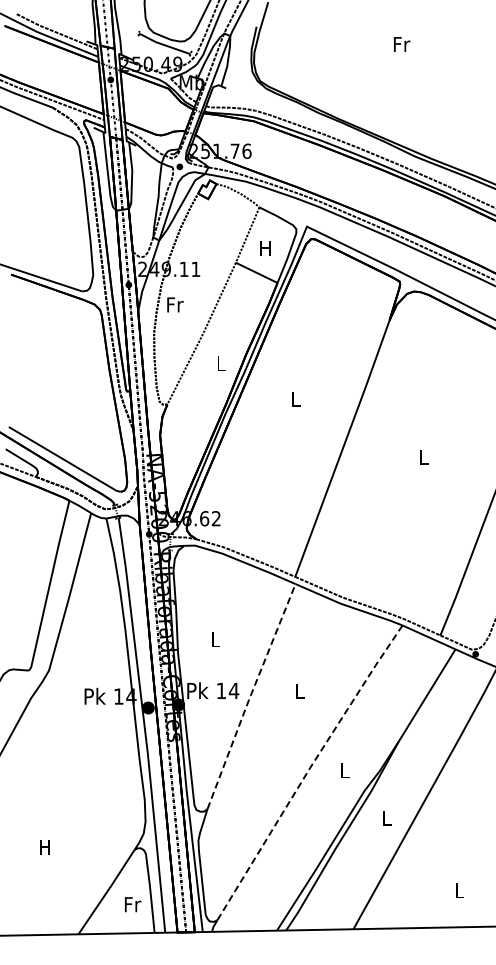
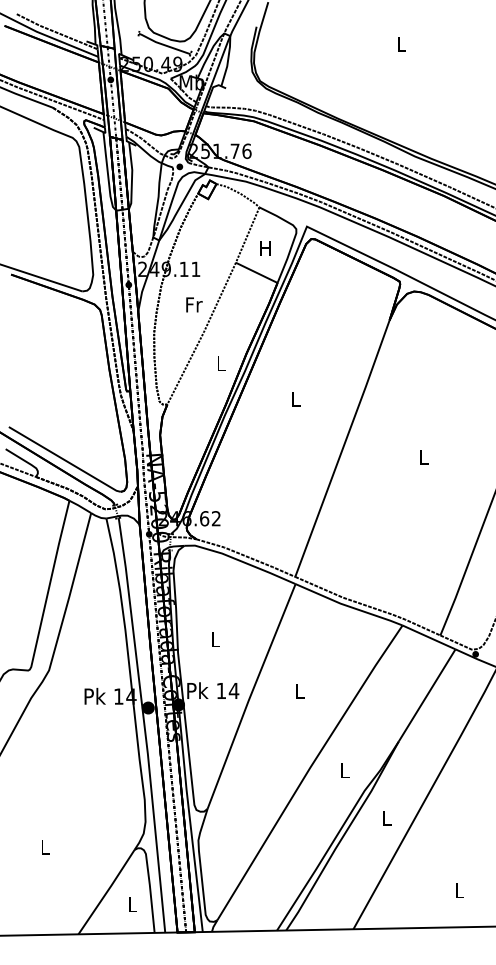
text at (402, 44): Fr -> L
text at (175, 304) position: (175, 304) -> (194, 304)
line at (250, 696): dashed -> solid
line at (308, 770): dashed -> solid
text at (44, 847): H -> L
text at (132, 904): Fr -> L
